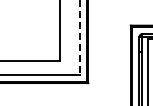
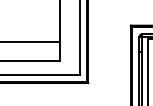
line at (79, 37): dashed -> solid
line at (31, 41): none -> present
